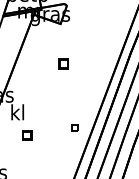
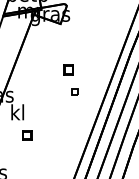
part at (63, 63) position: (63, 63) -> (68, 69)
part at (74, 127) position: (74, 127) -> (74, 91)
